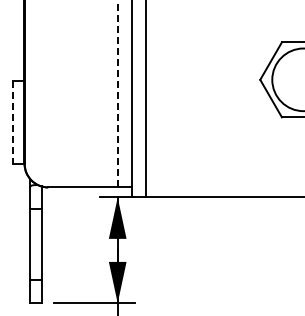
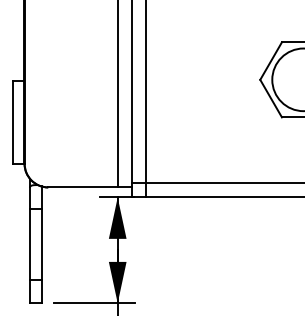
line at (117, 93): dashed -> solid
line at (13, 122): dashed -> solid
line at (216, 183): none -> present
